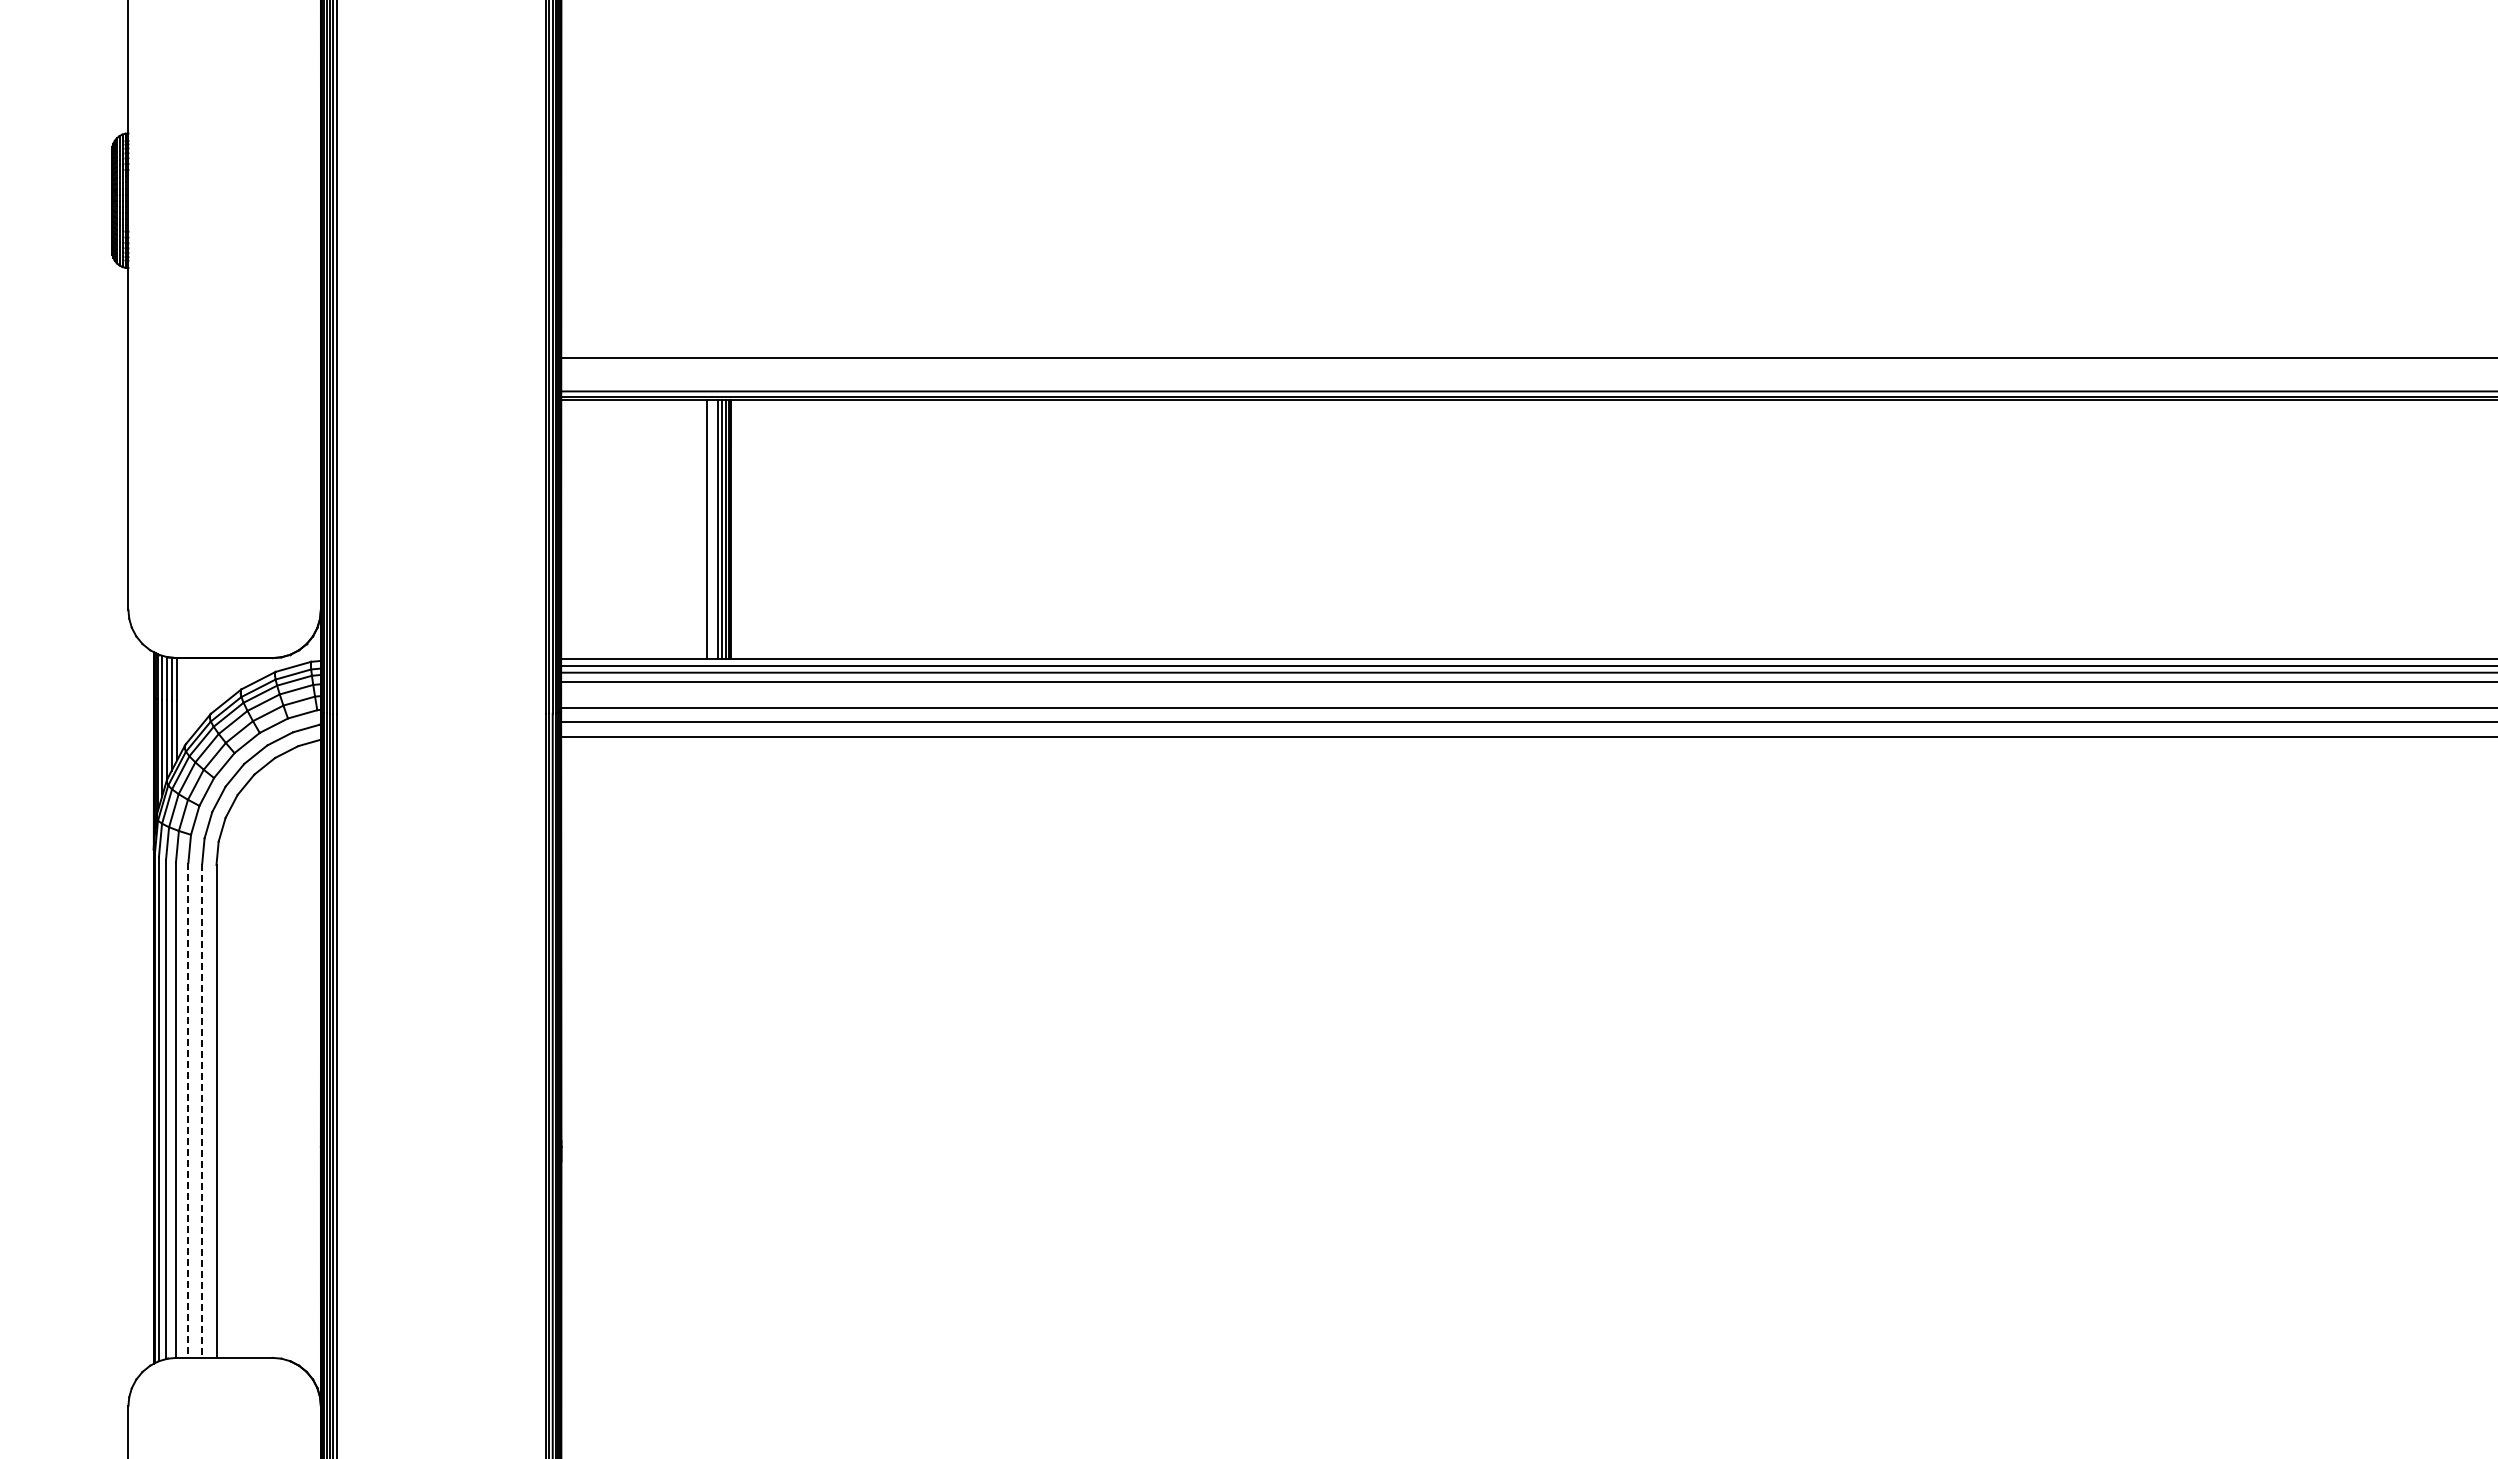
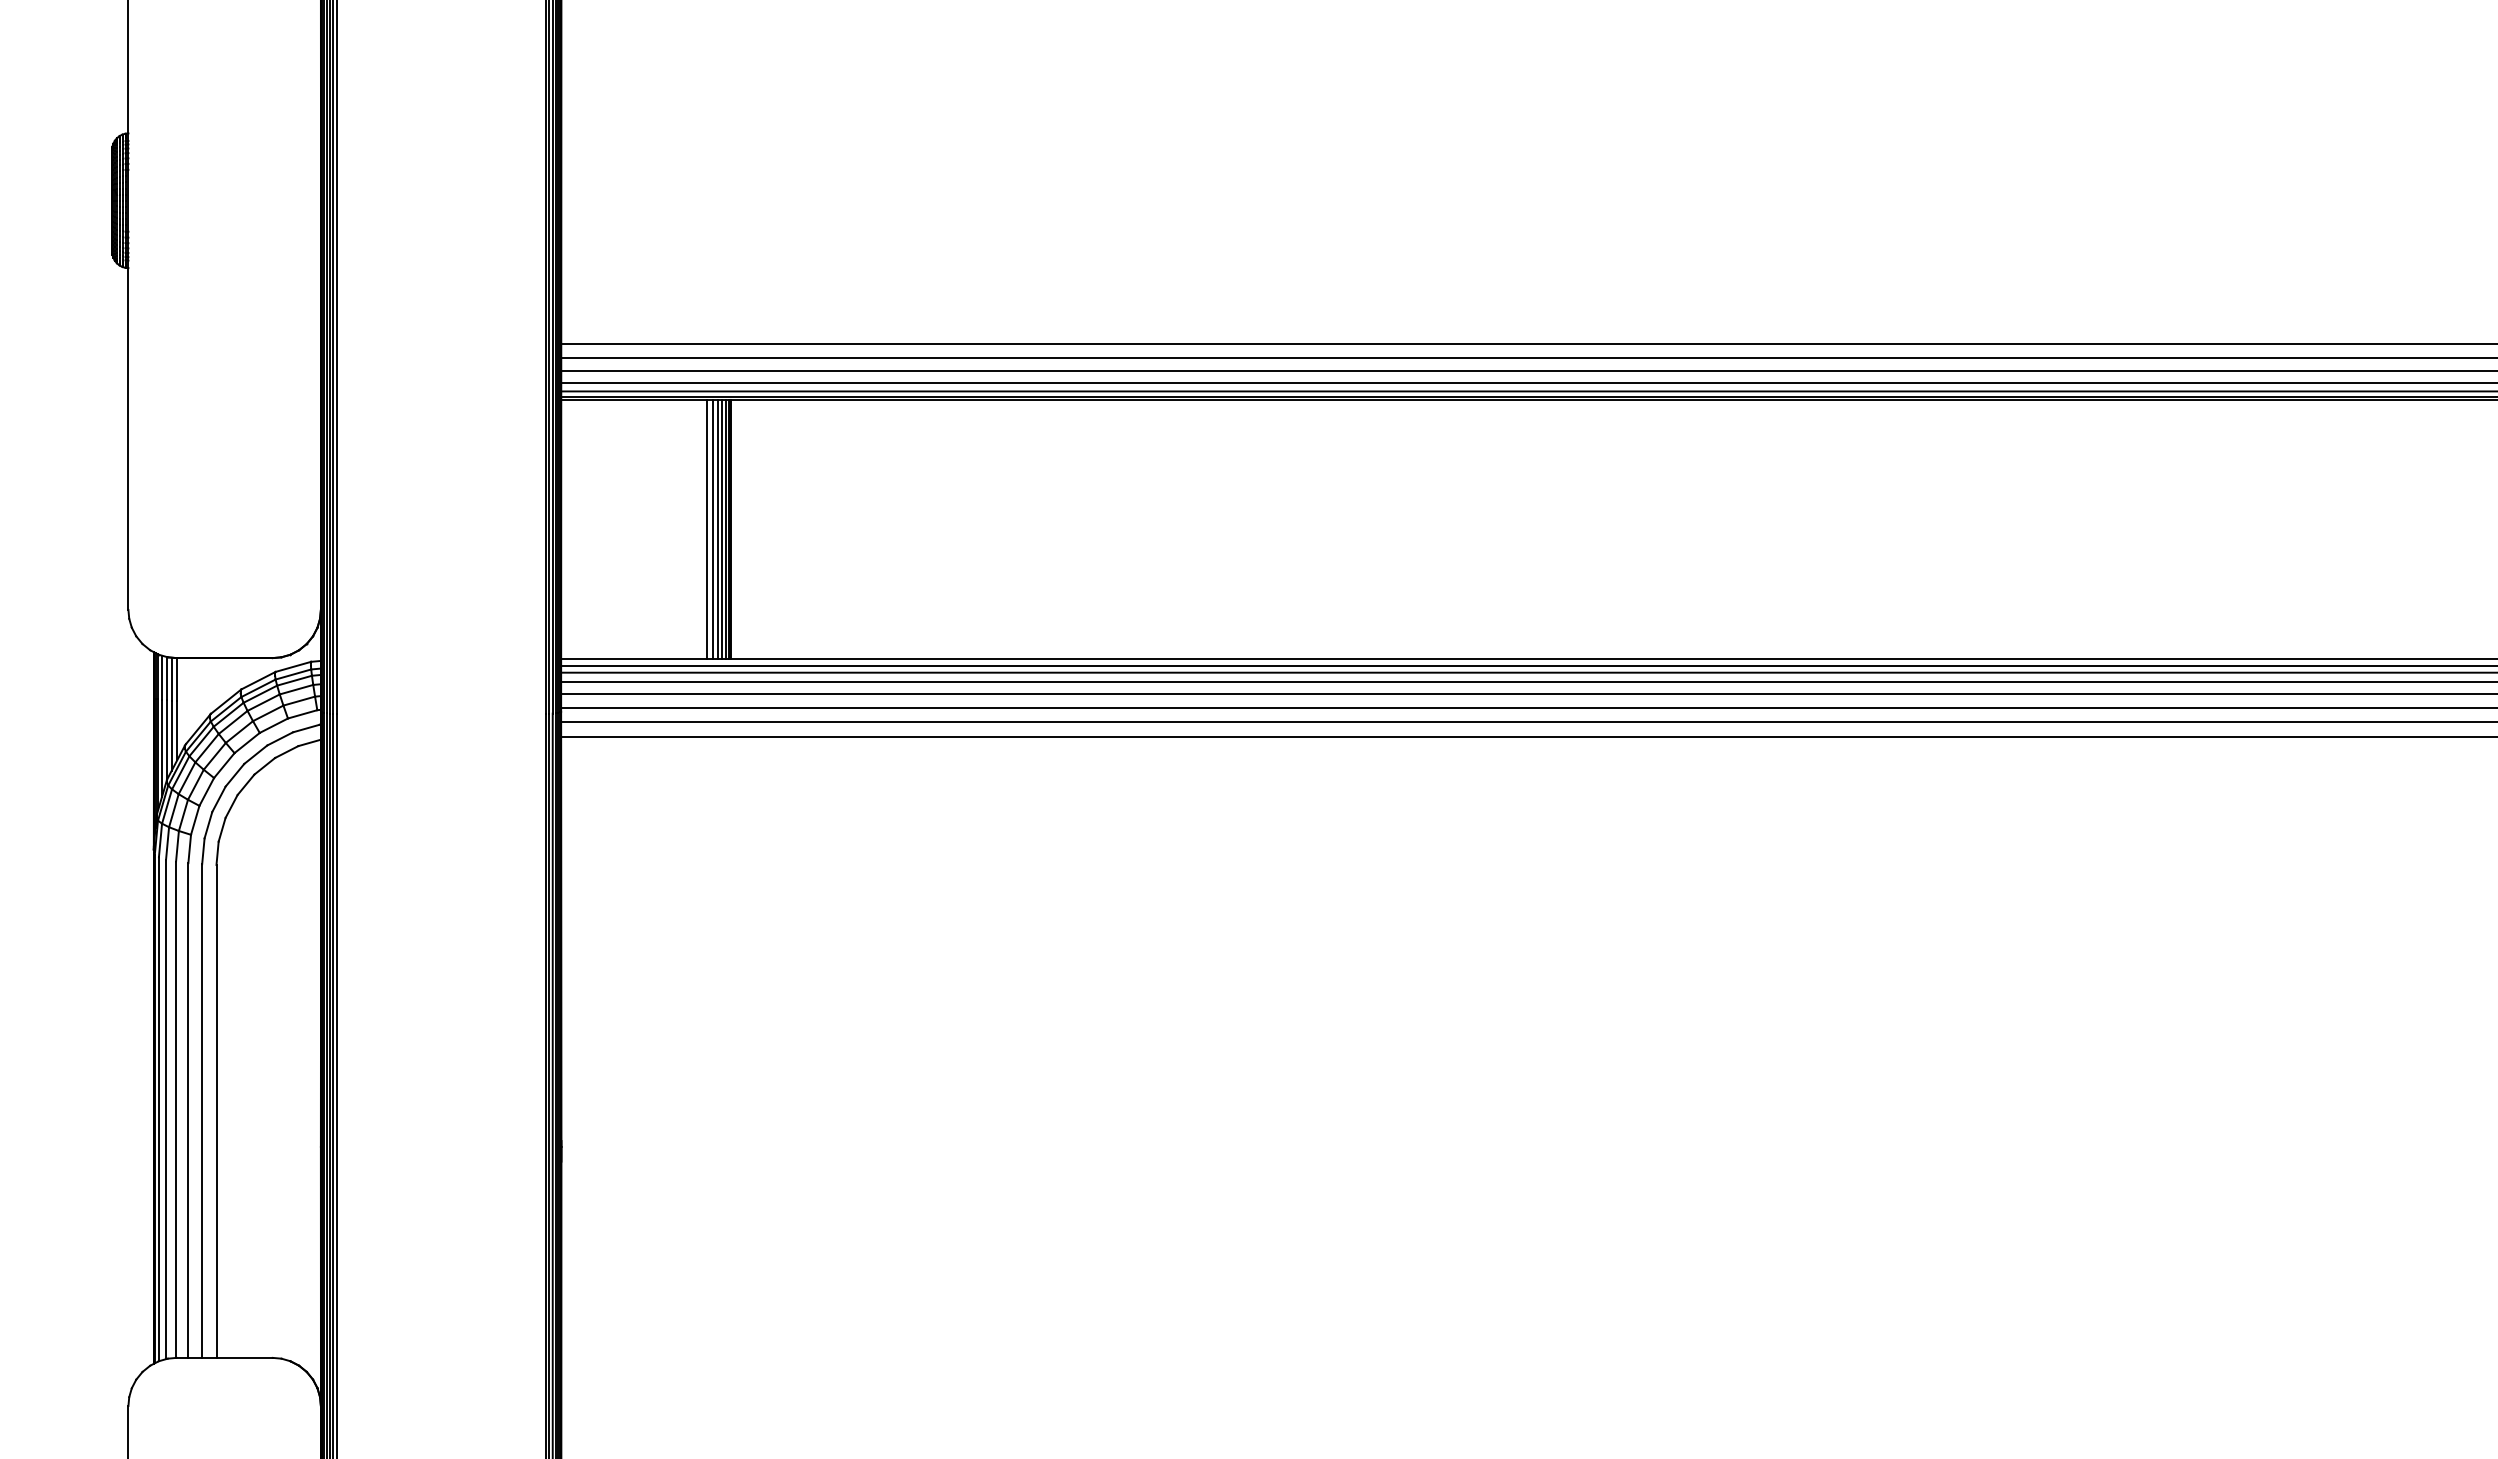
line at (1527, 344): none -> present
line at (1527, 371): none -> present
line at (1527, 382): none -> present
line at (712, 528): none -> present
line at (1527, 693): none -> present
line at (188, 1111): dashed -> solid
line at (202, 1111): dashed -> solid
